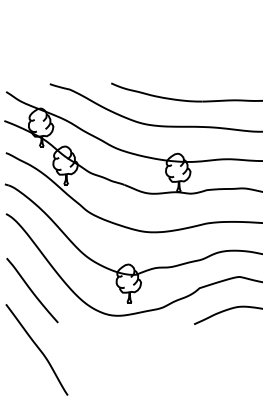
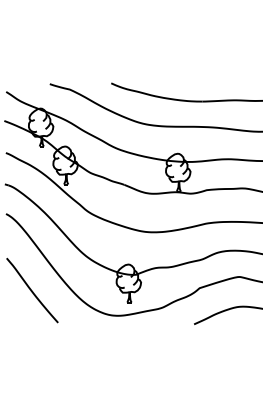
curve at (37, 348): present -> none
